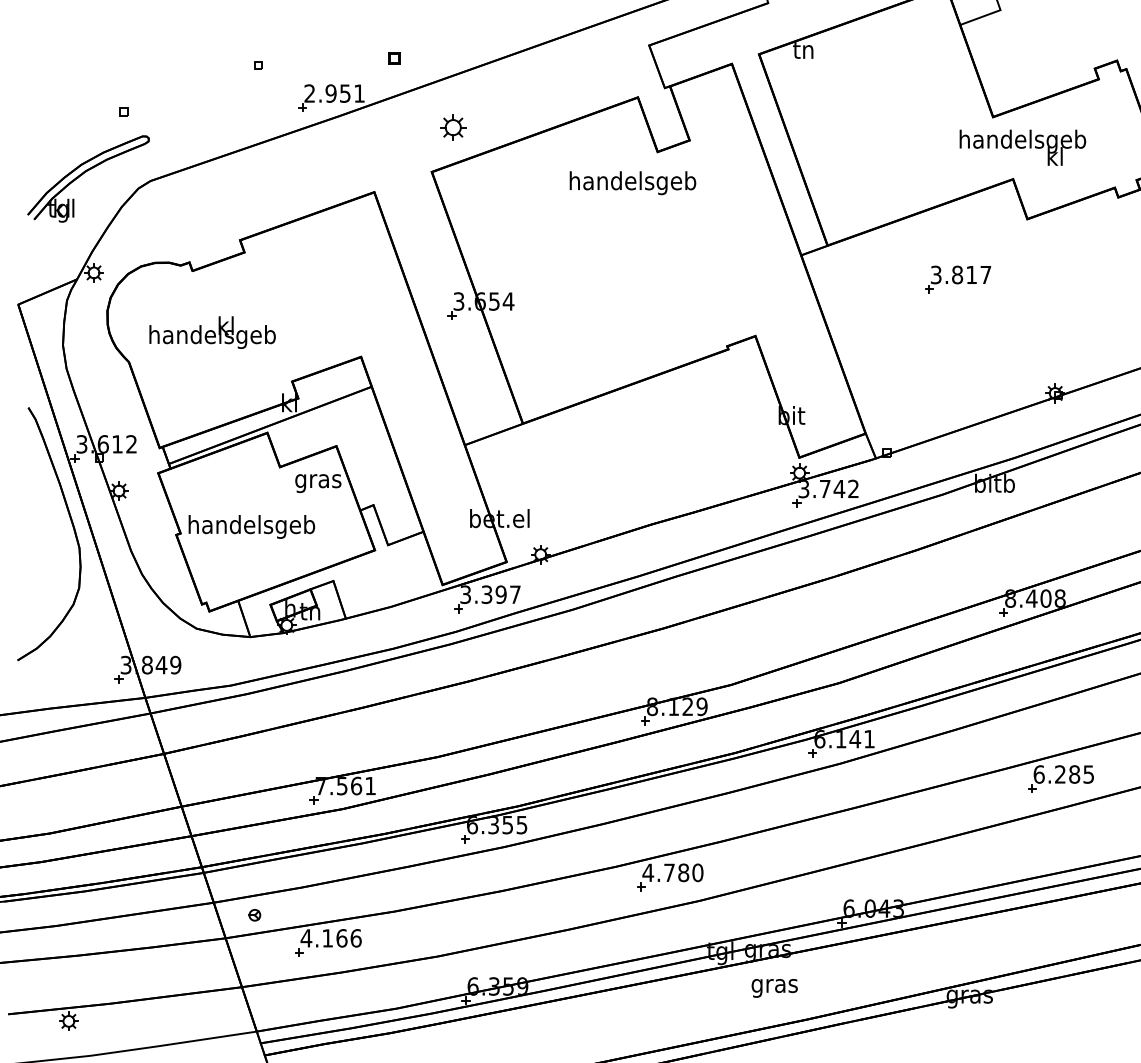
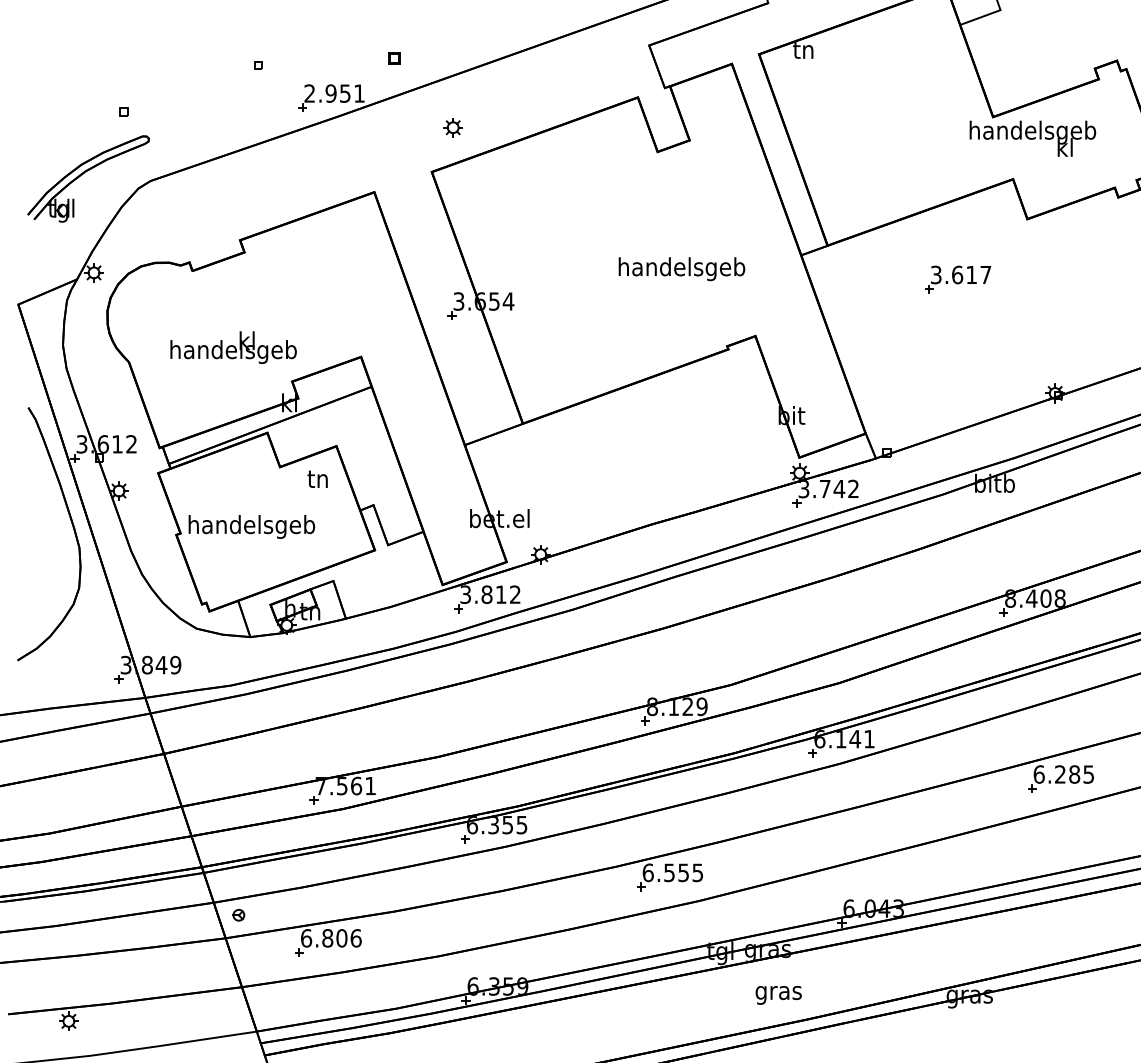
part at (453, 127) size: 27x27 px -> 20x20 px
text at (1022, 147) position: (1022, 147) -> (1032, 138)
text at (632, 183) position: (632, 183) -> (681, 269)
text at (957, 274): 3.817 -> 3.617
text at (212, 332) position: (212, 332) -> (233, 347)
text at (318, 481): gras -> tn
text at (500, 594): 3.397 -> 3.812
text at (672, 872): 4.780 -> 6.555
part at (254, 915) position: (254, 915) -> (238, 915)
text at (323, 938): 4.166 -> 6.806
text at (774, 988) position: (774, 988) -> (778, 995)
